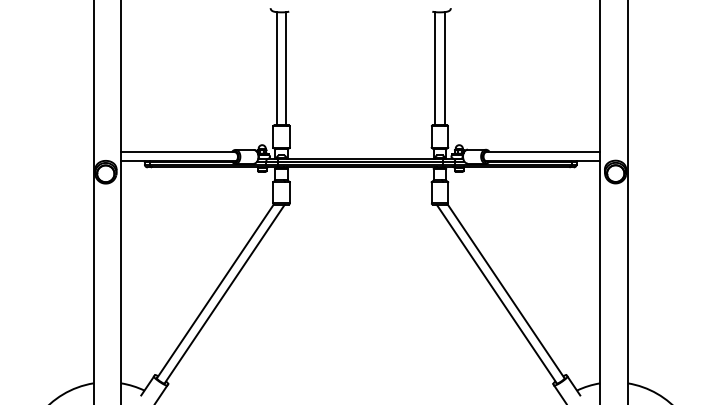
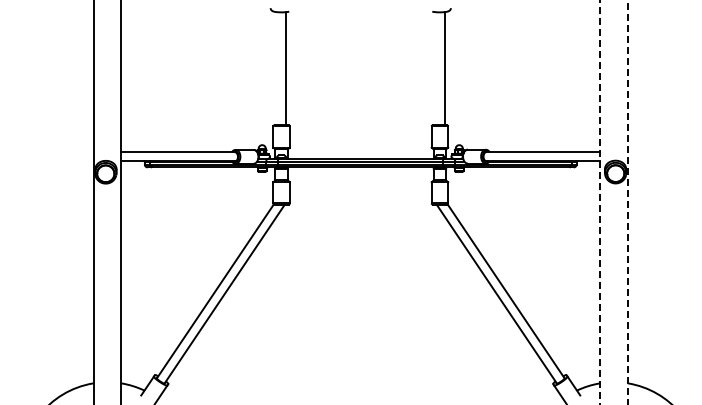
line at (276, 68): present -> none
line at (435, 68): present -> none
line at (600, 202): solid -> dashed
line at (628, 202): solid -> dashed
